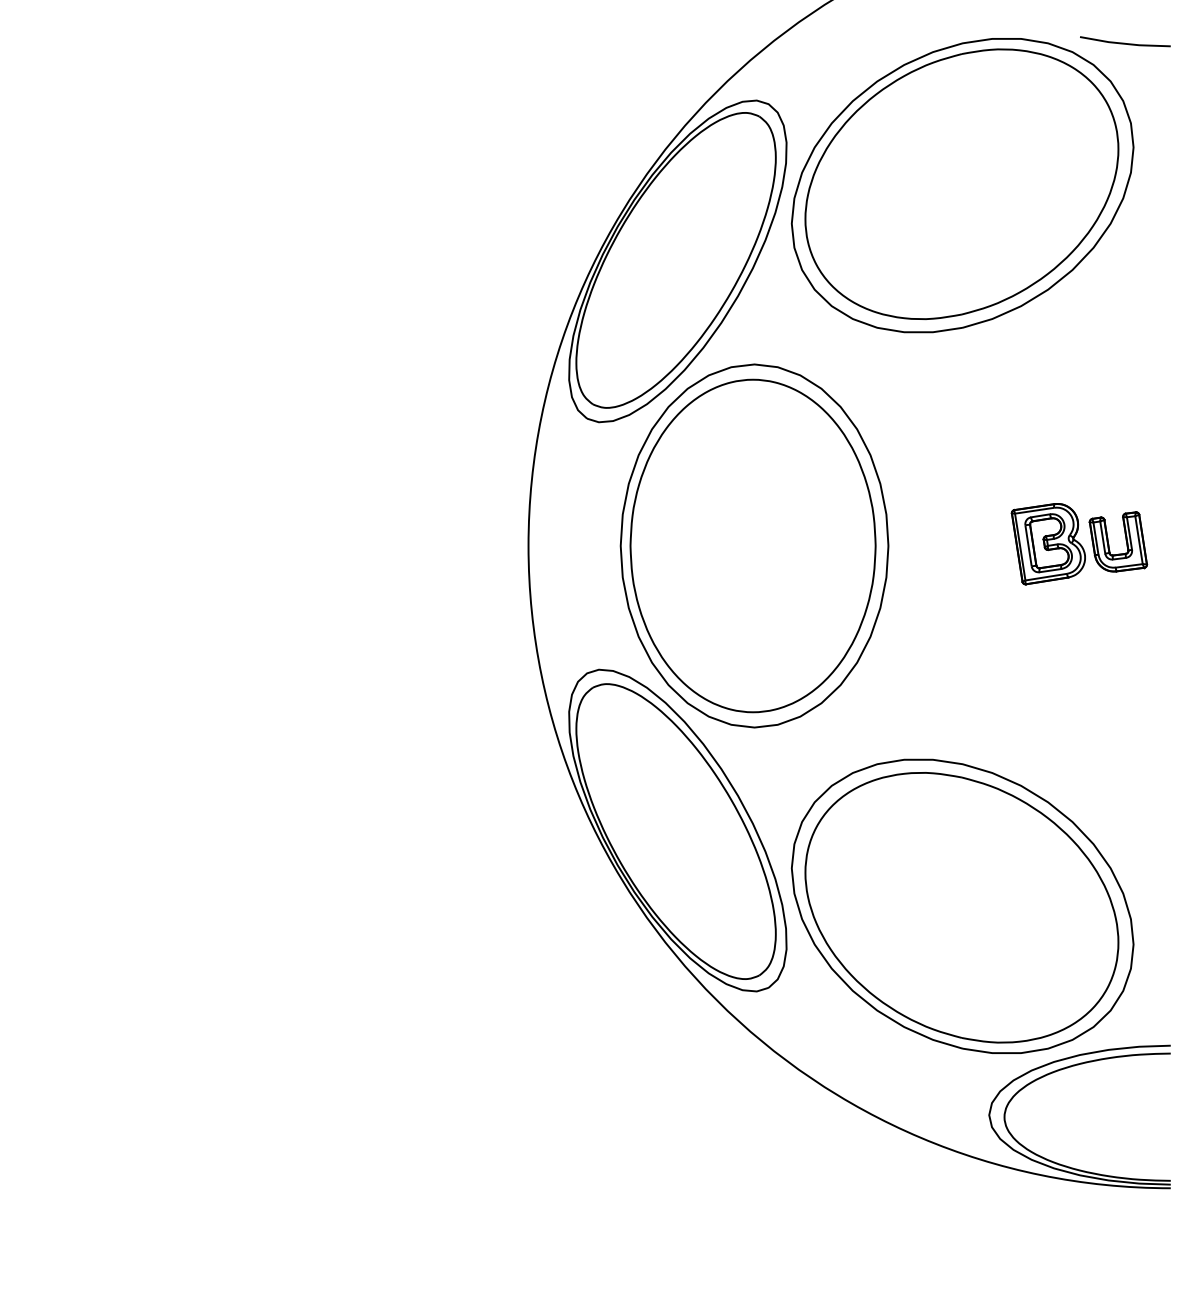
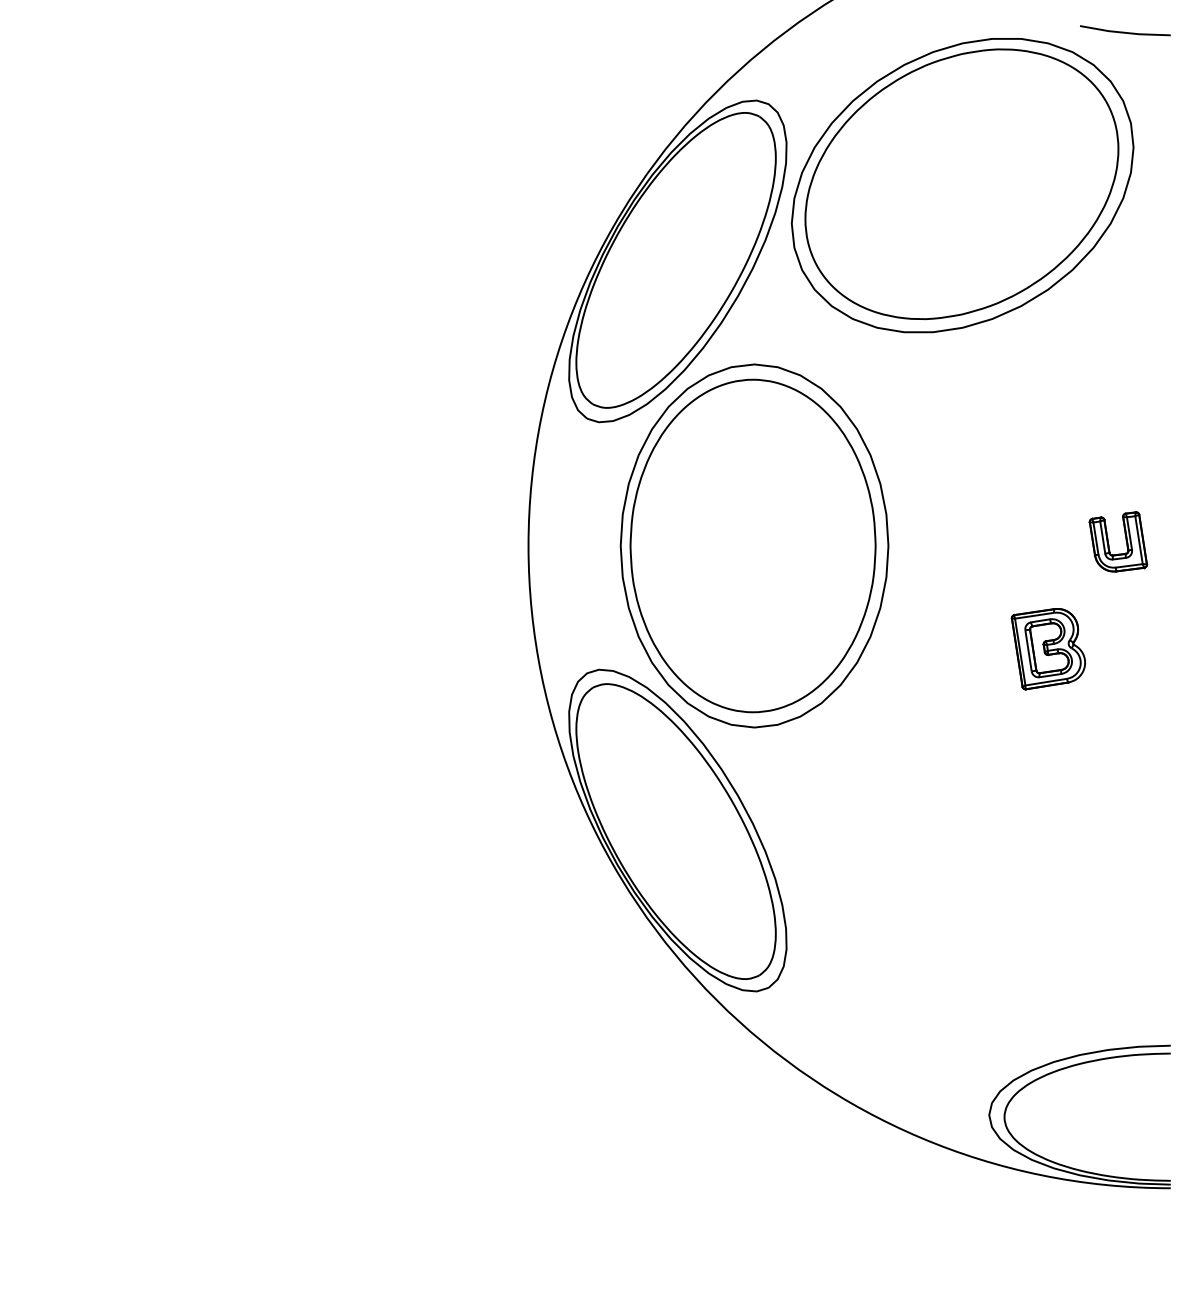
line at (1124, 42) position: (1124, 42) -> (1124, 31)
part at (1047, 544) position: (1047, 544) -> (1047, 649)
part at (962, 905): present -> none
